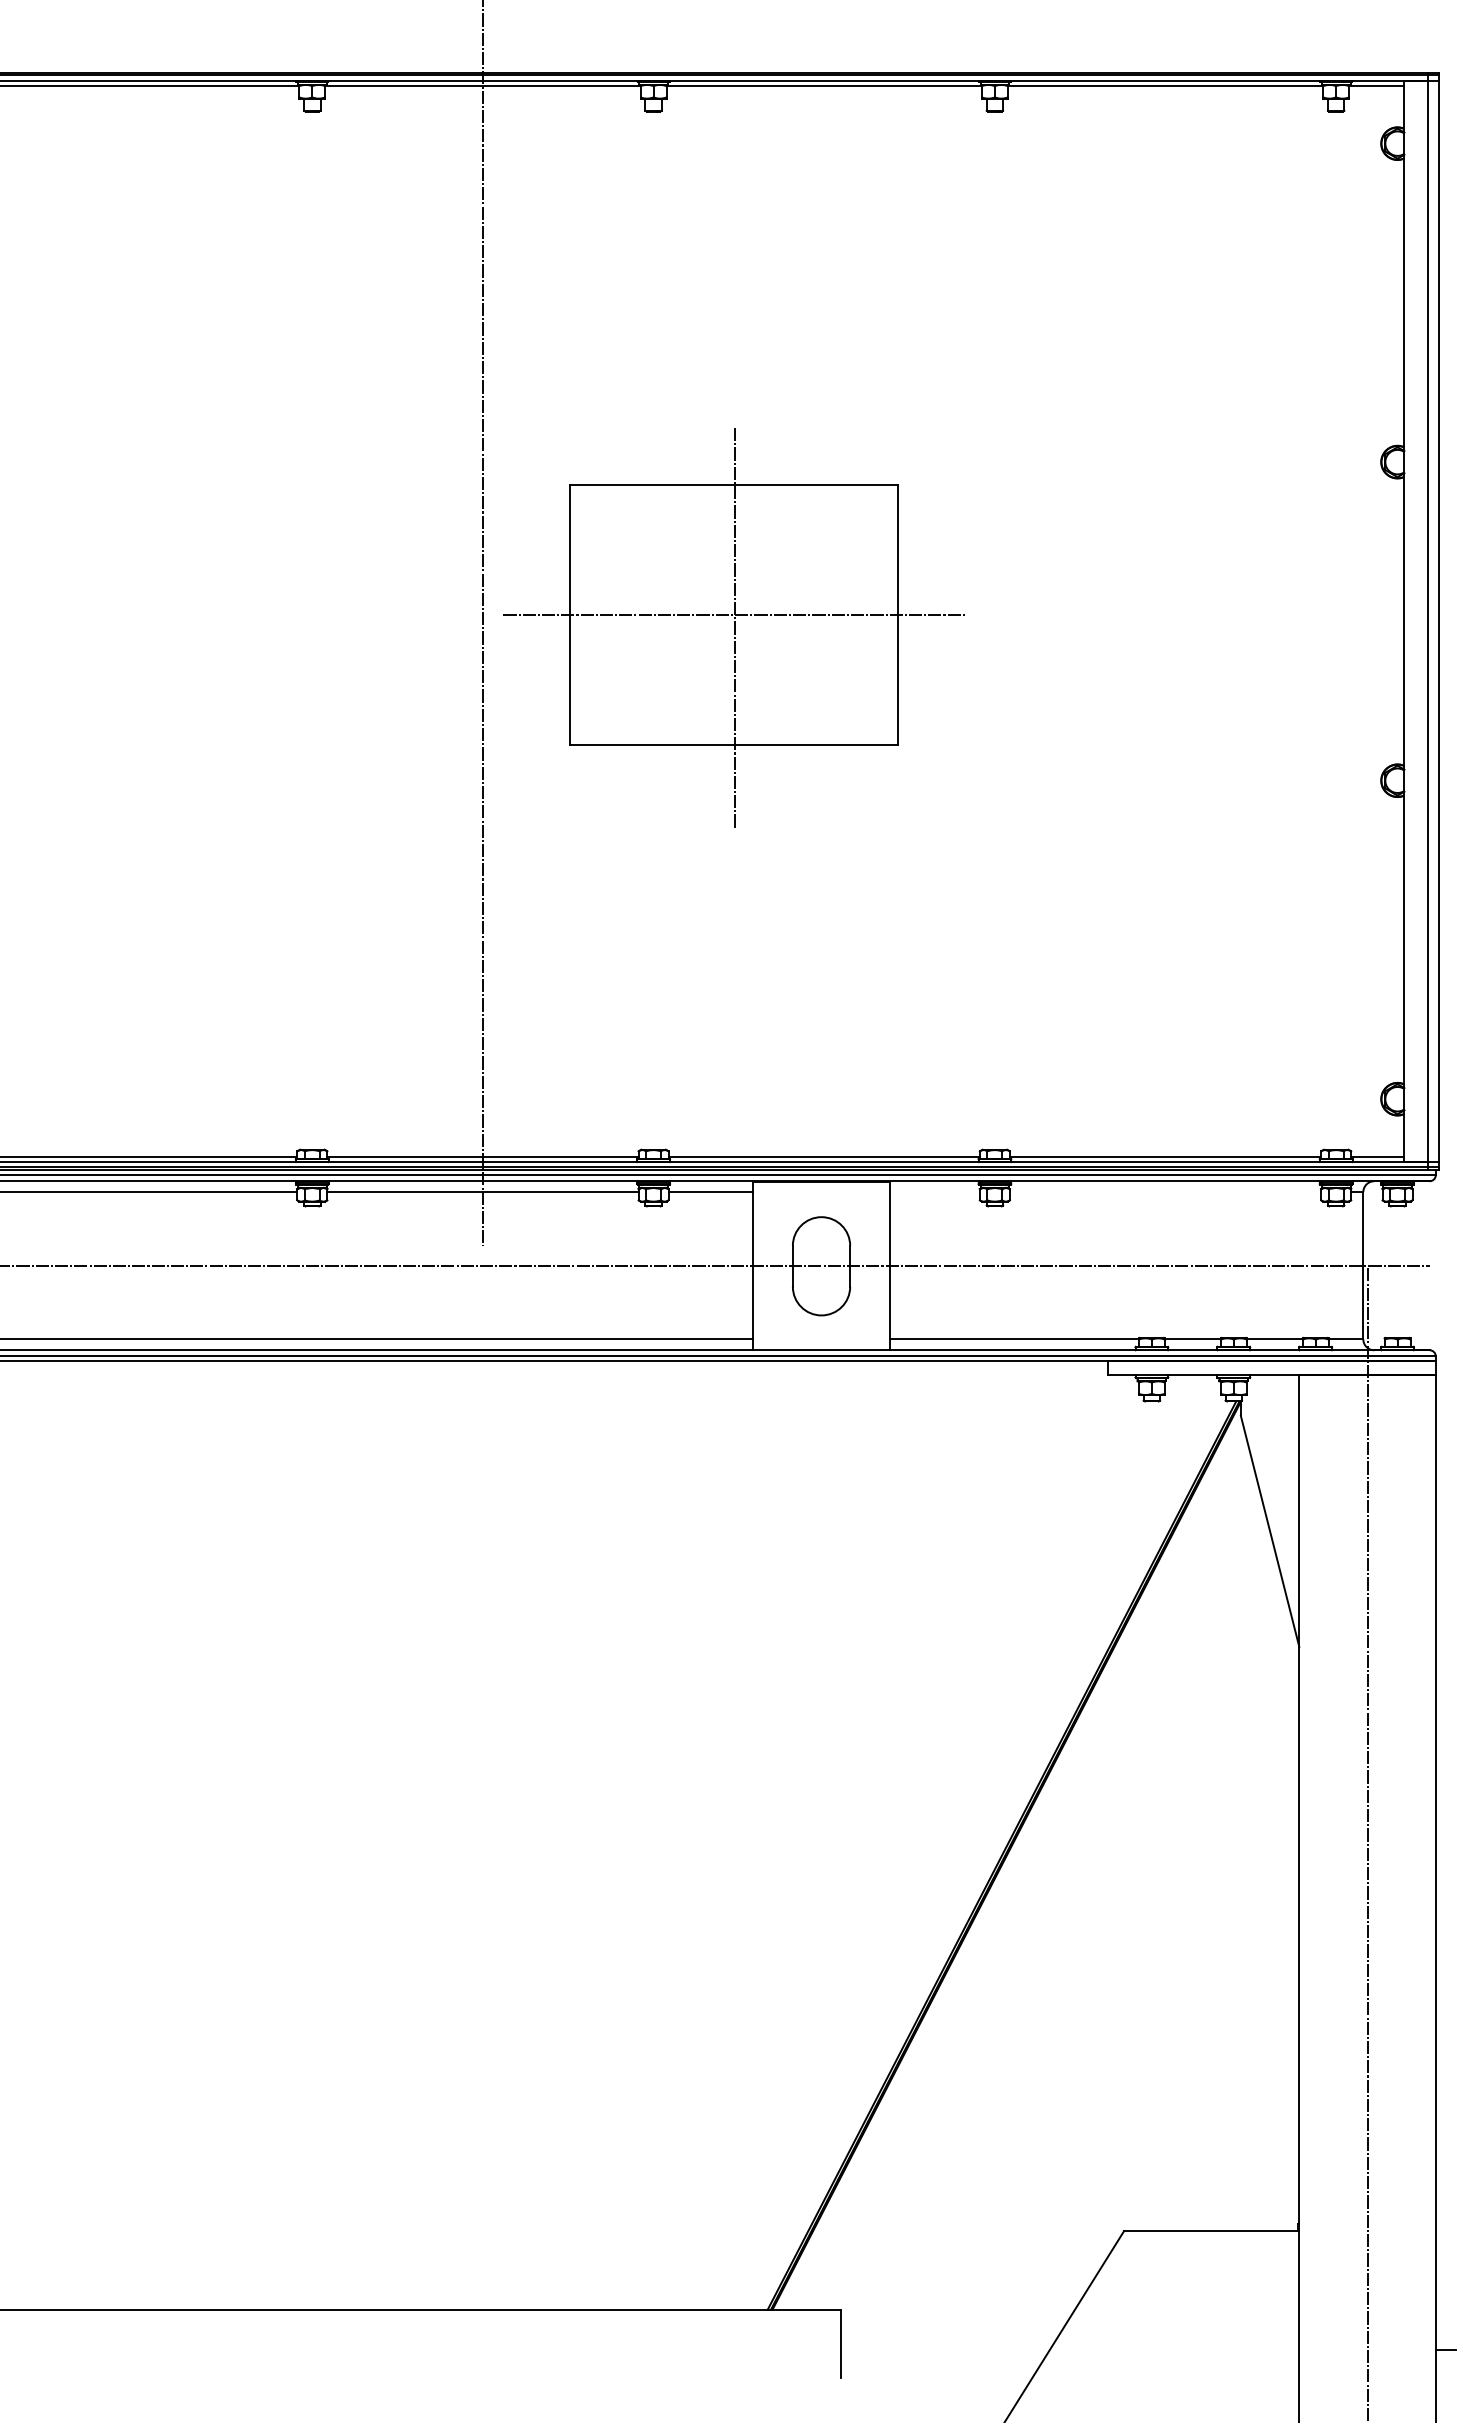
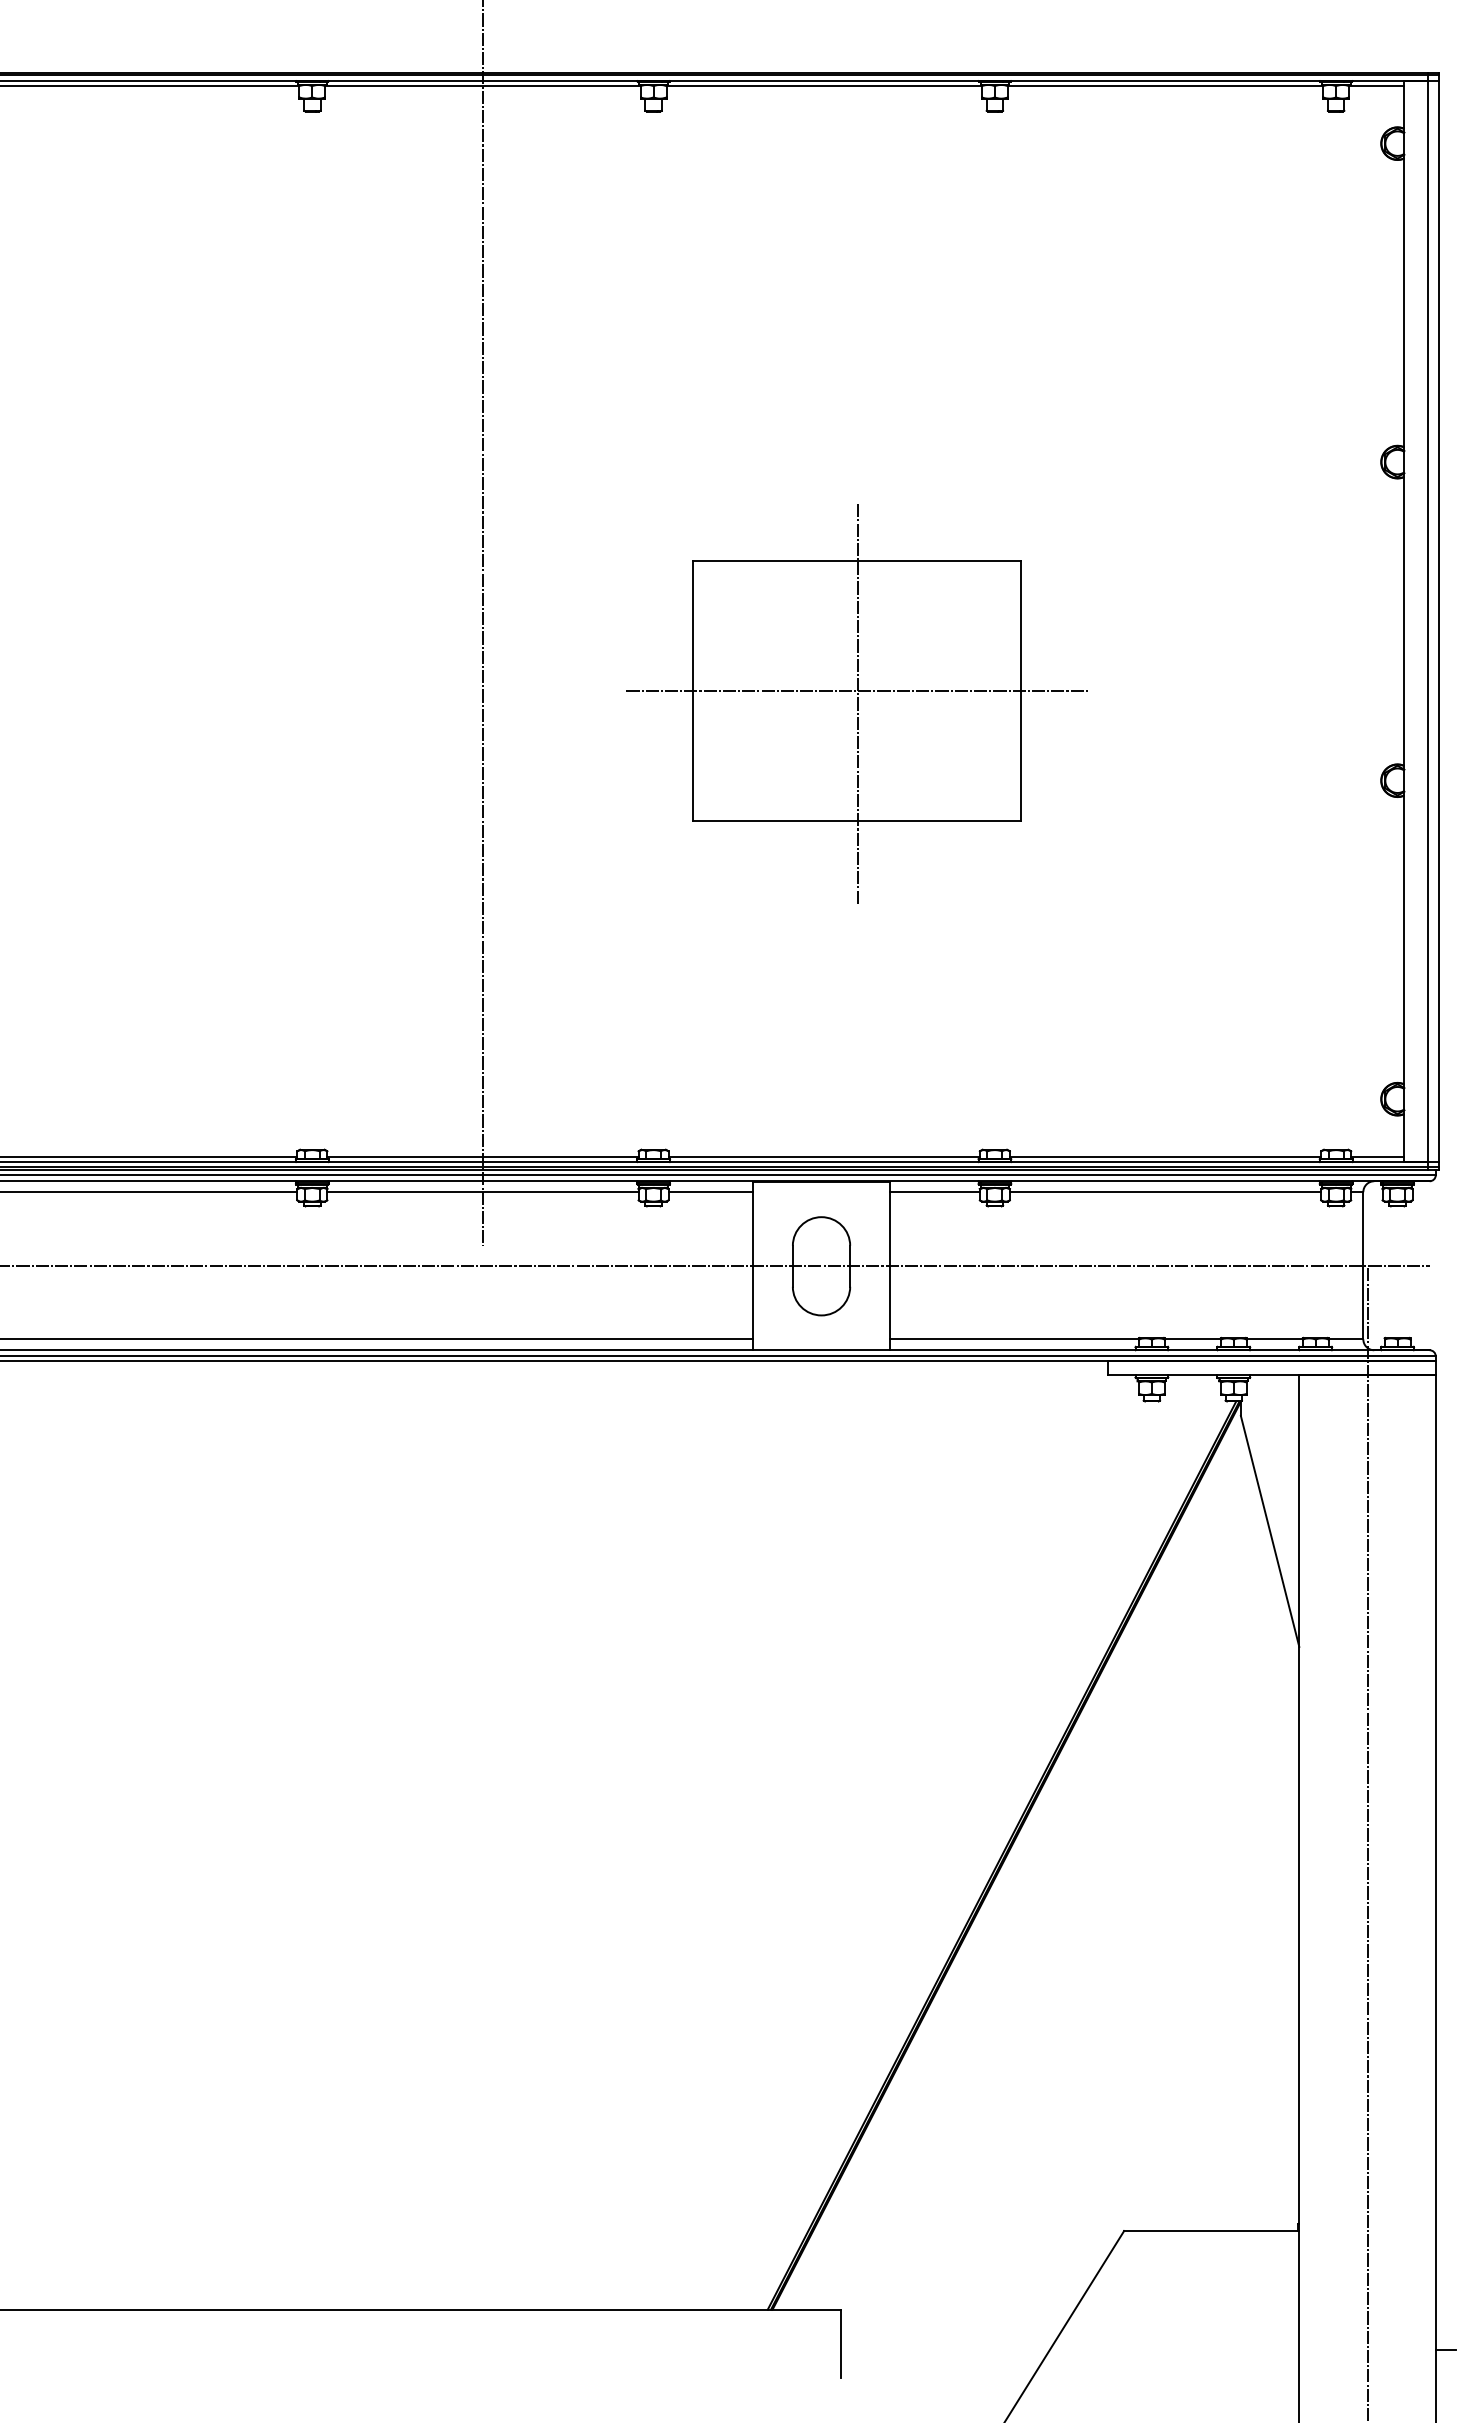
part at (733, 627) position: (733, 627) -> (856, 703)
line at (934, 1192): none -> present
line at (1165, 1192): none -> present
